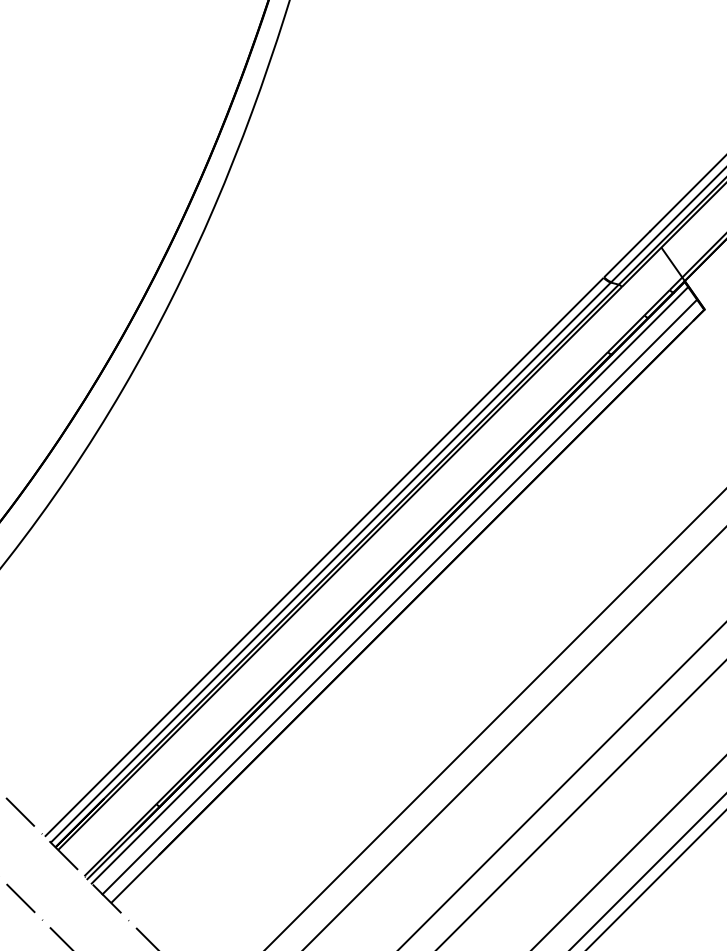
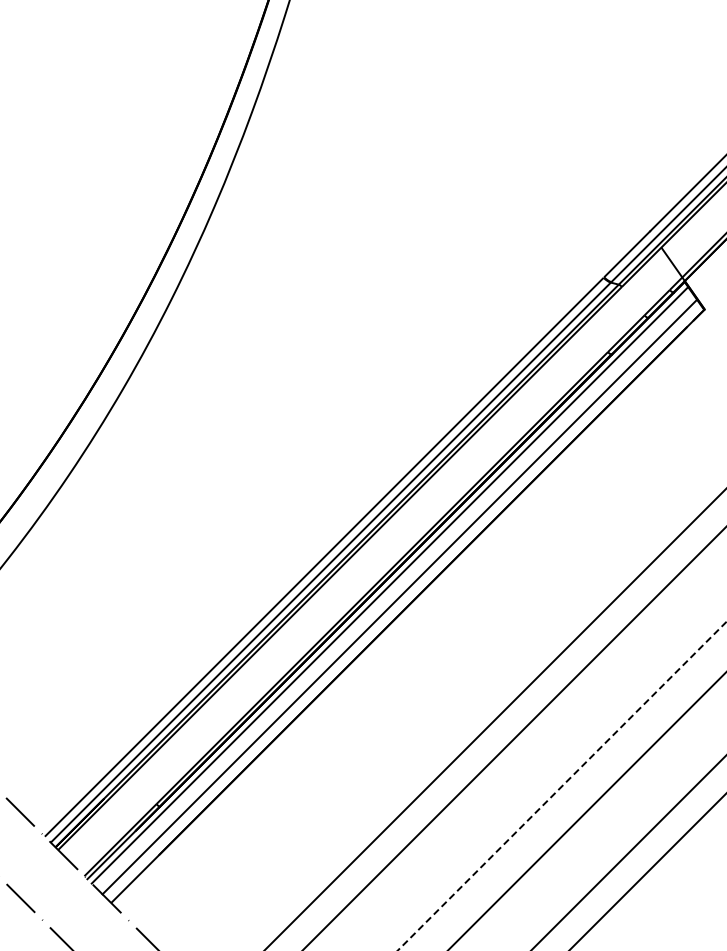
line at (562, 785): solid -> dashed
line at (580, 804) position: (580, 804) -> (587, 810)
line at (655, 879): present -> none
